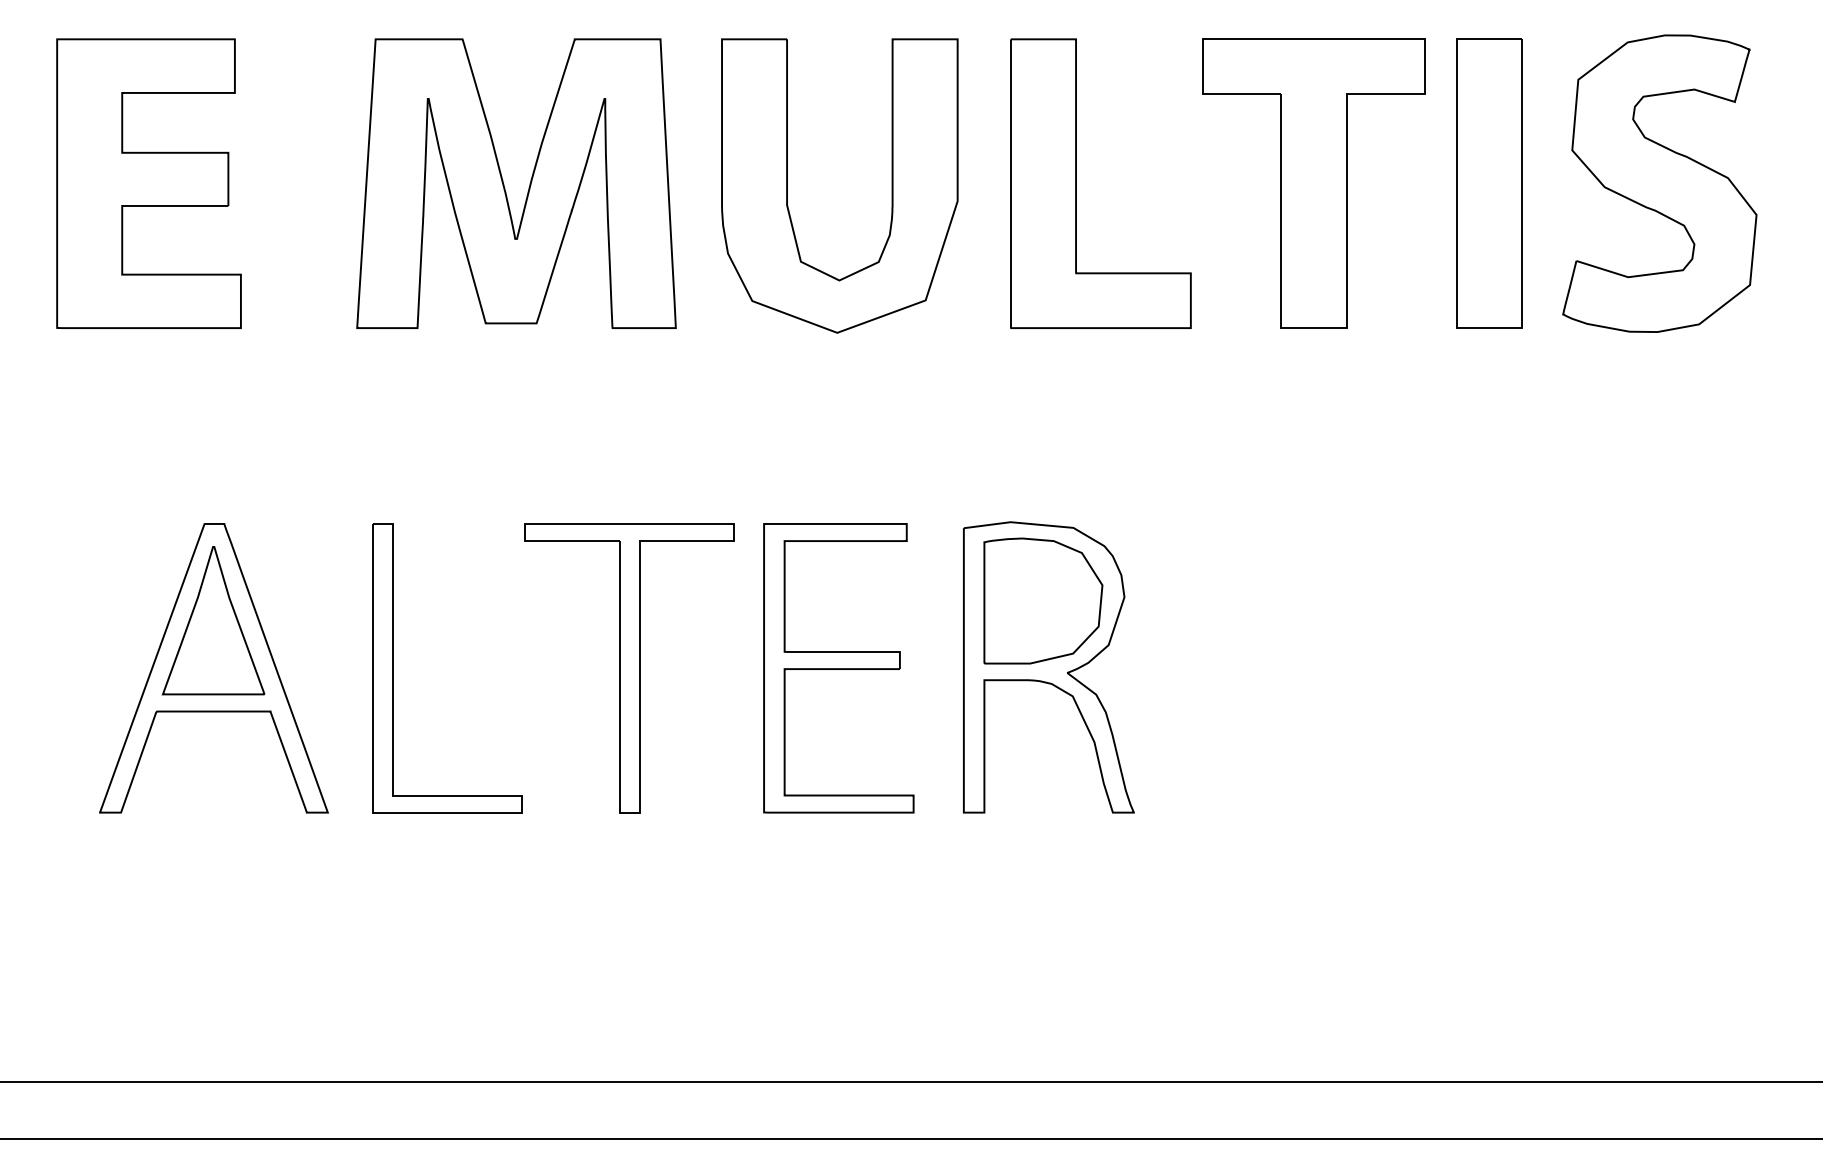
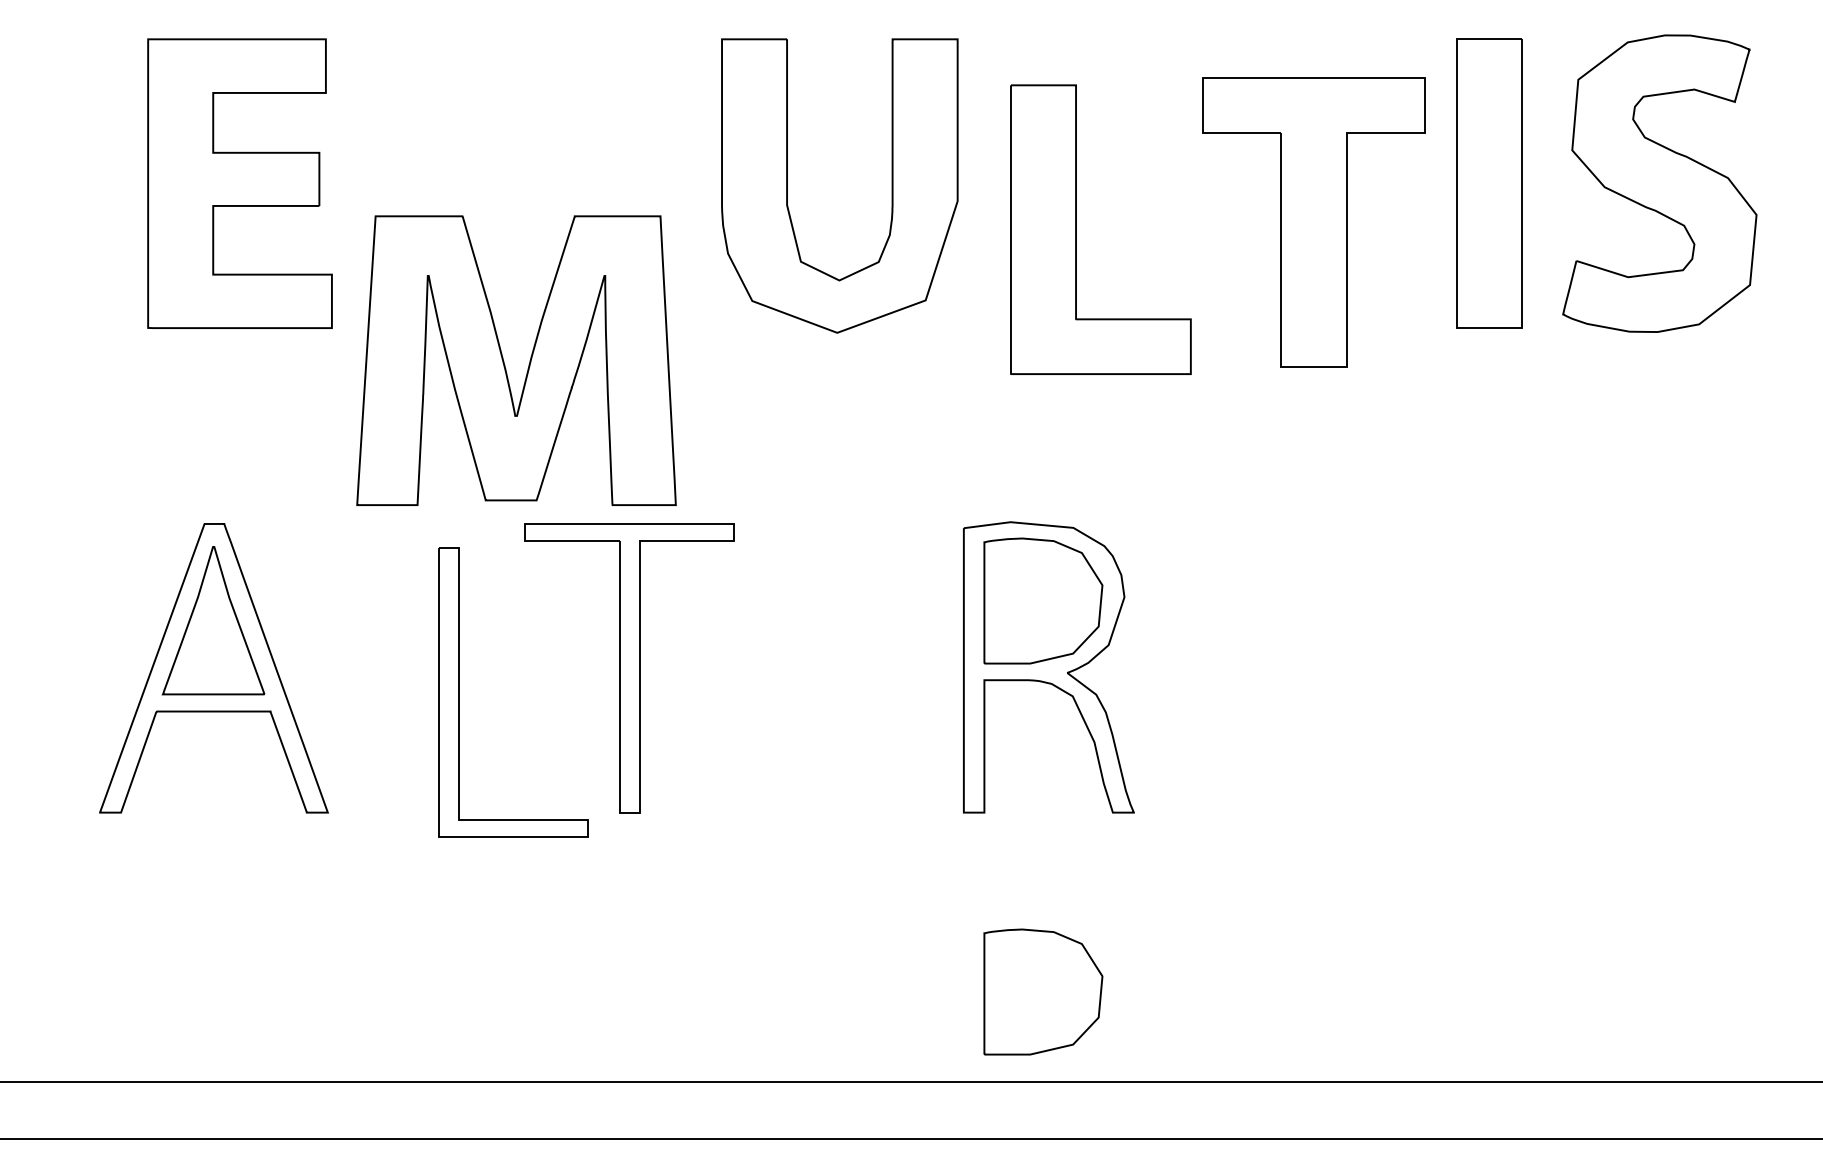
part at (148, 183) position: (148, 183) -> (239, 183)
part at (1076, 183) position: (1076, 183) -> (1076, 229)
part at (1313, 183) position: (1313, 183) -> (1313, 222)
part at (504, 184) position: (504, 184) -> (504, 361)
part at (393, 668) position: (393, 668) -> (459, 692)
part at (838, 668): present -> none
part at (1043, 991): none -> present
